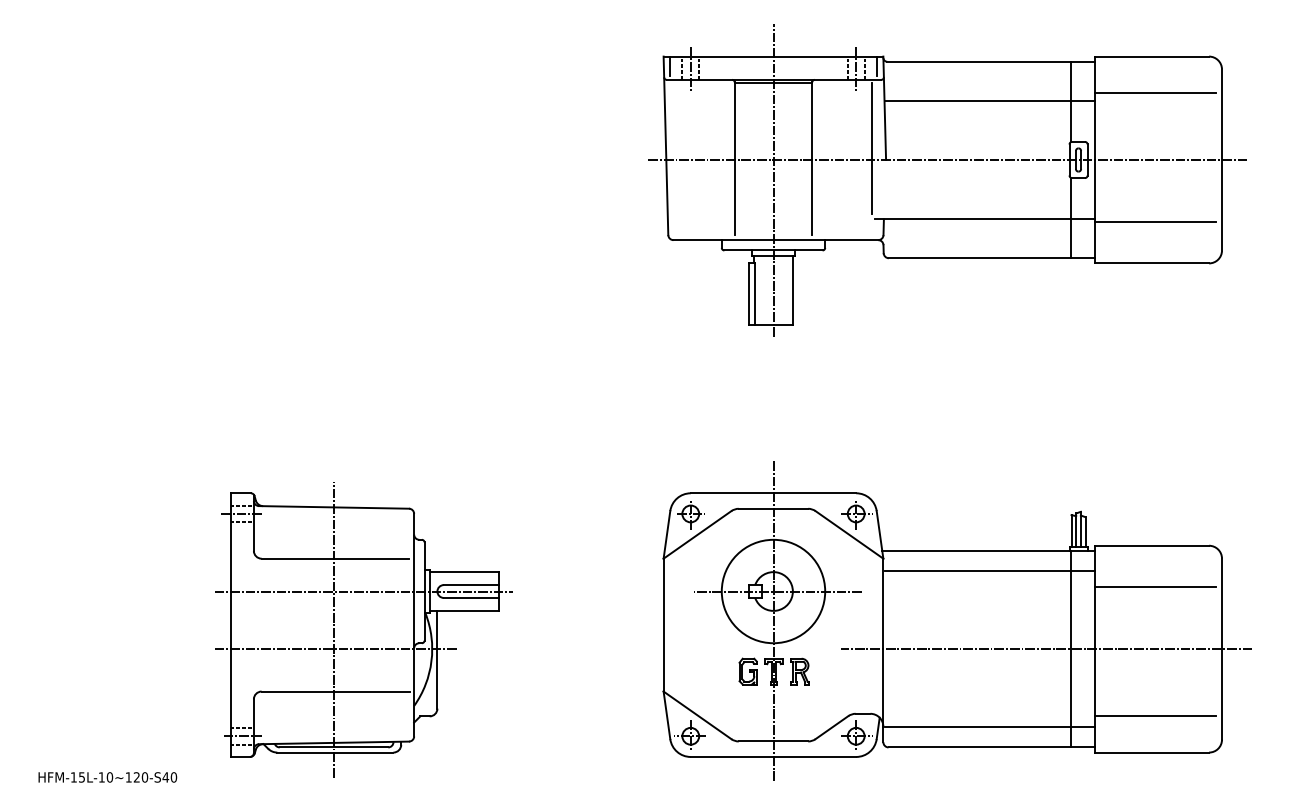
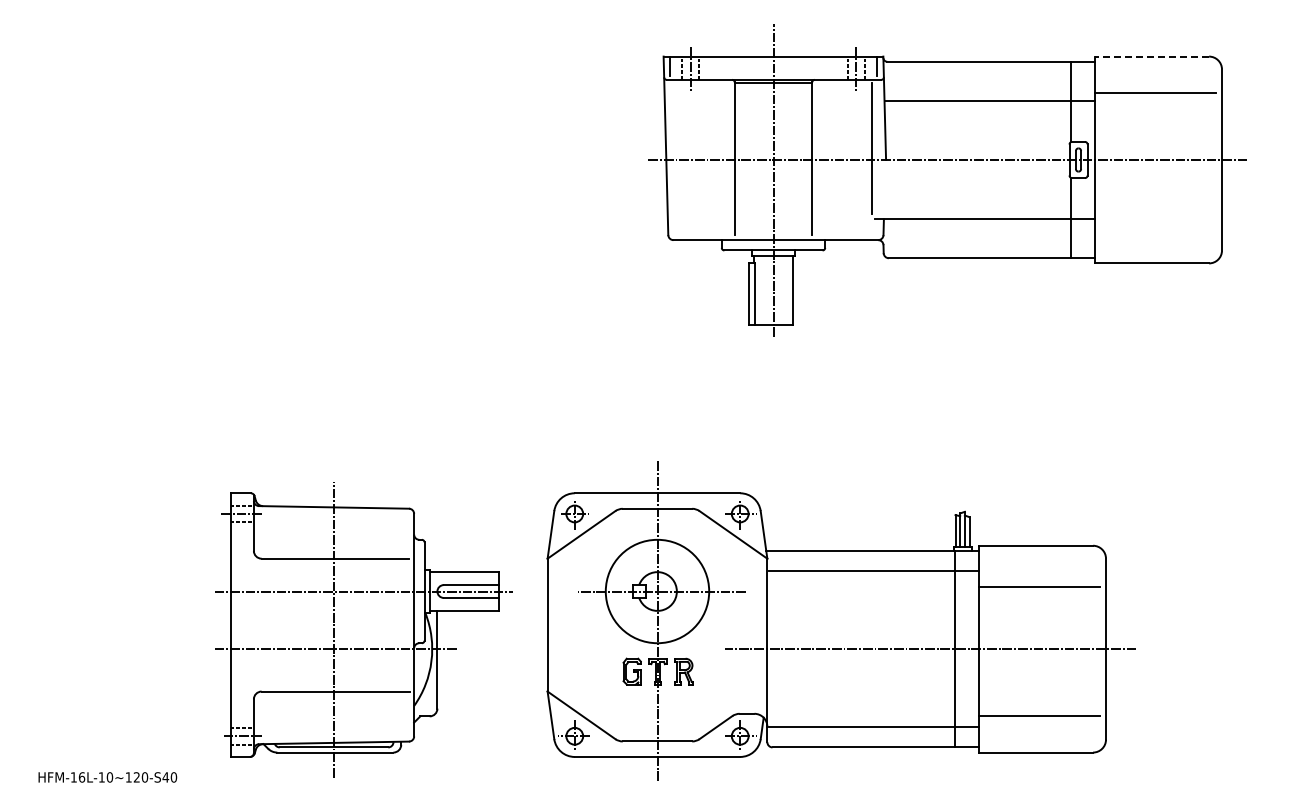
line at (1152, 56): solid -> dashed
line at (1155, 222): present -> none
part at (956, 620) position: (956, 620) -> (840, 620)
text at (81, 777): HFM-15L-10~120-S40 -> HFM-16L-10~120-S40
